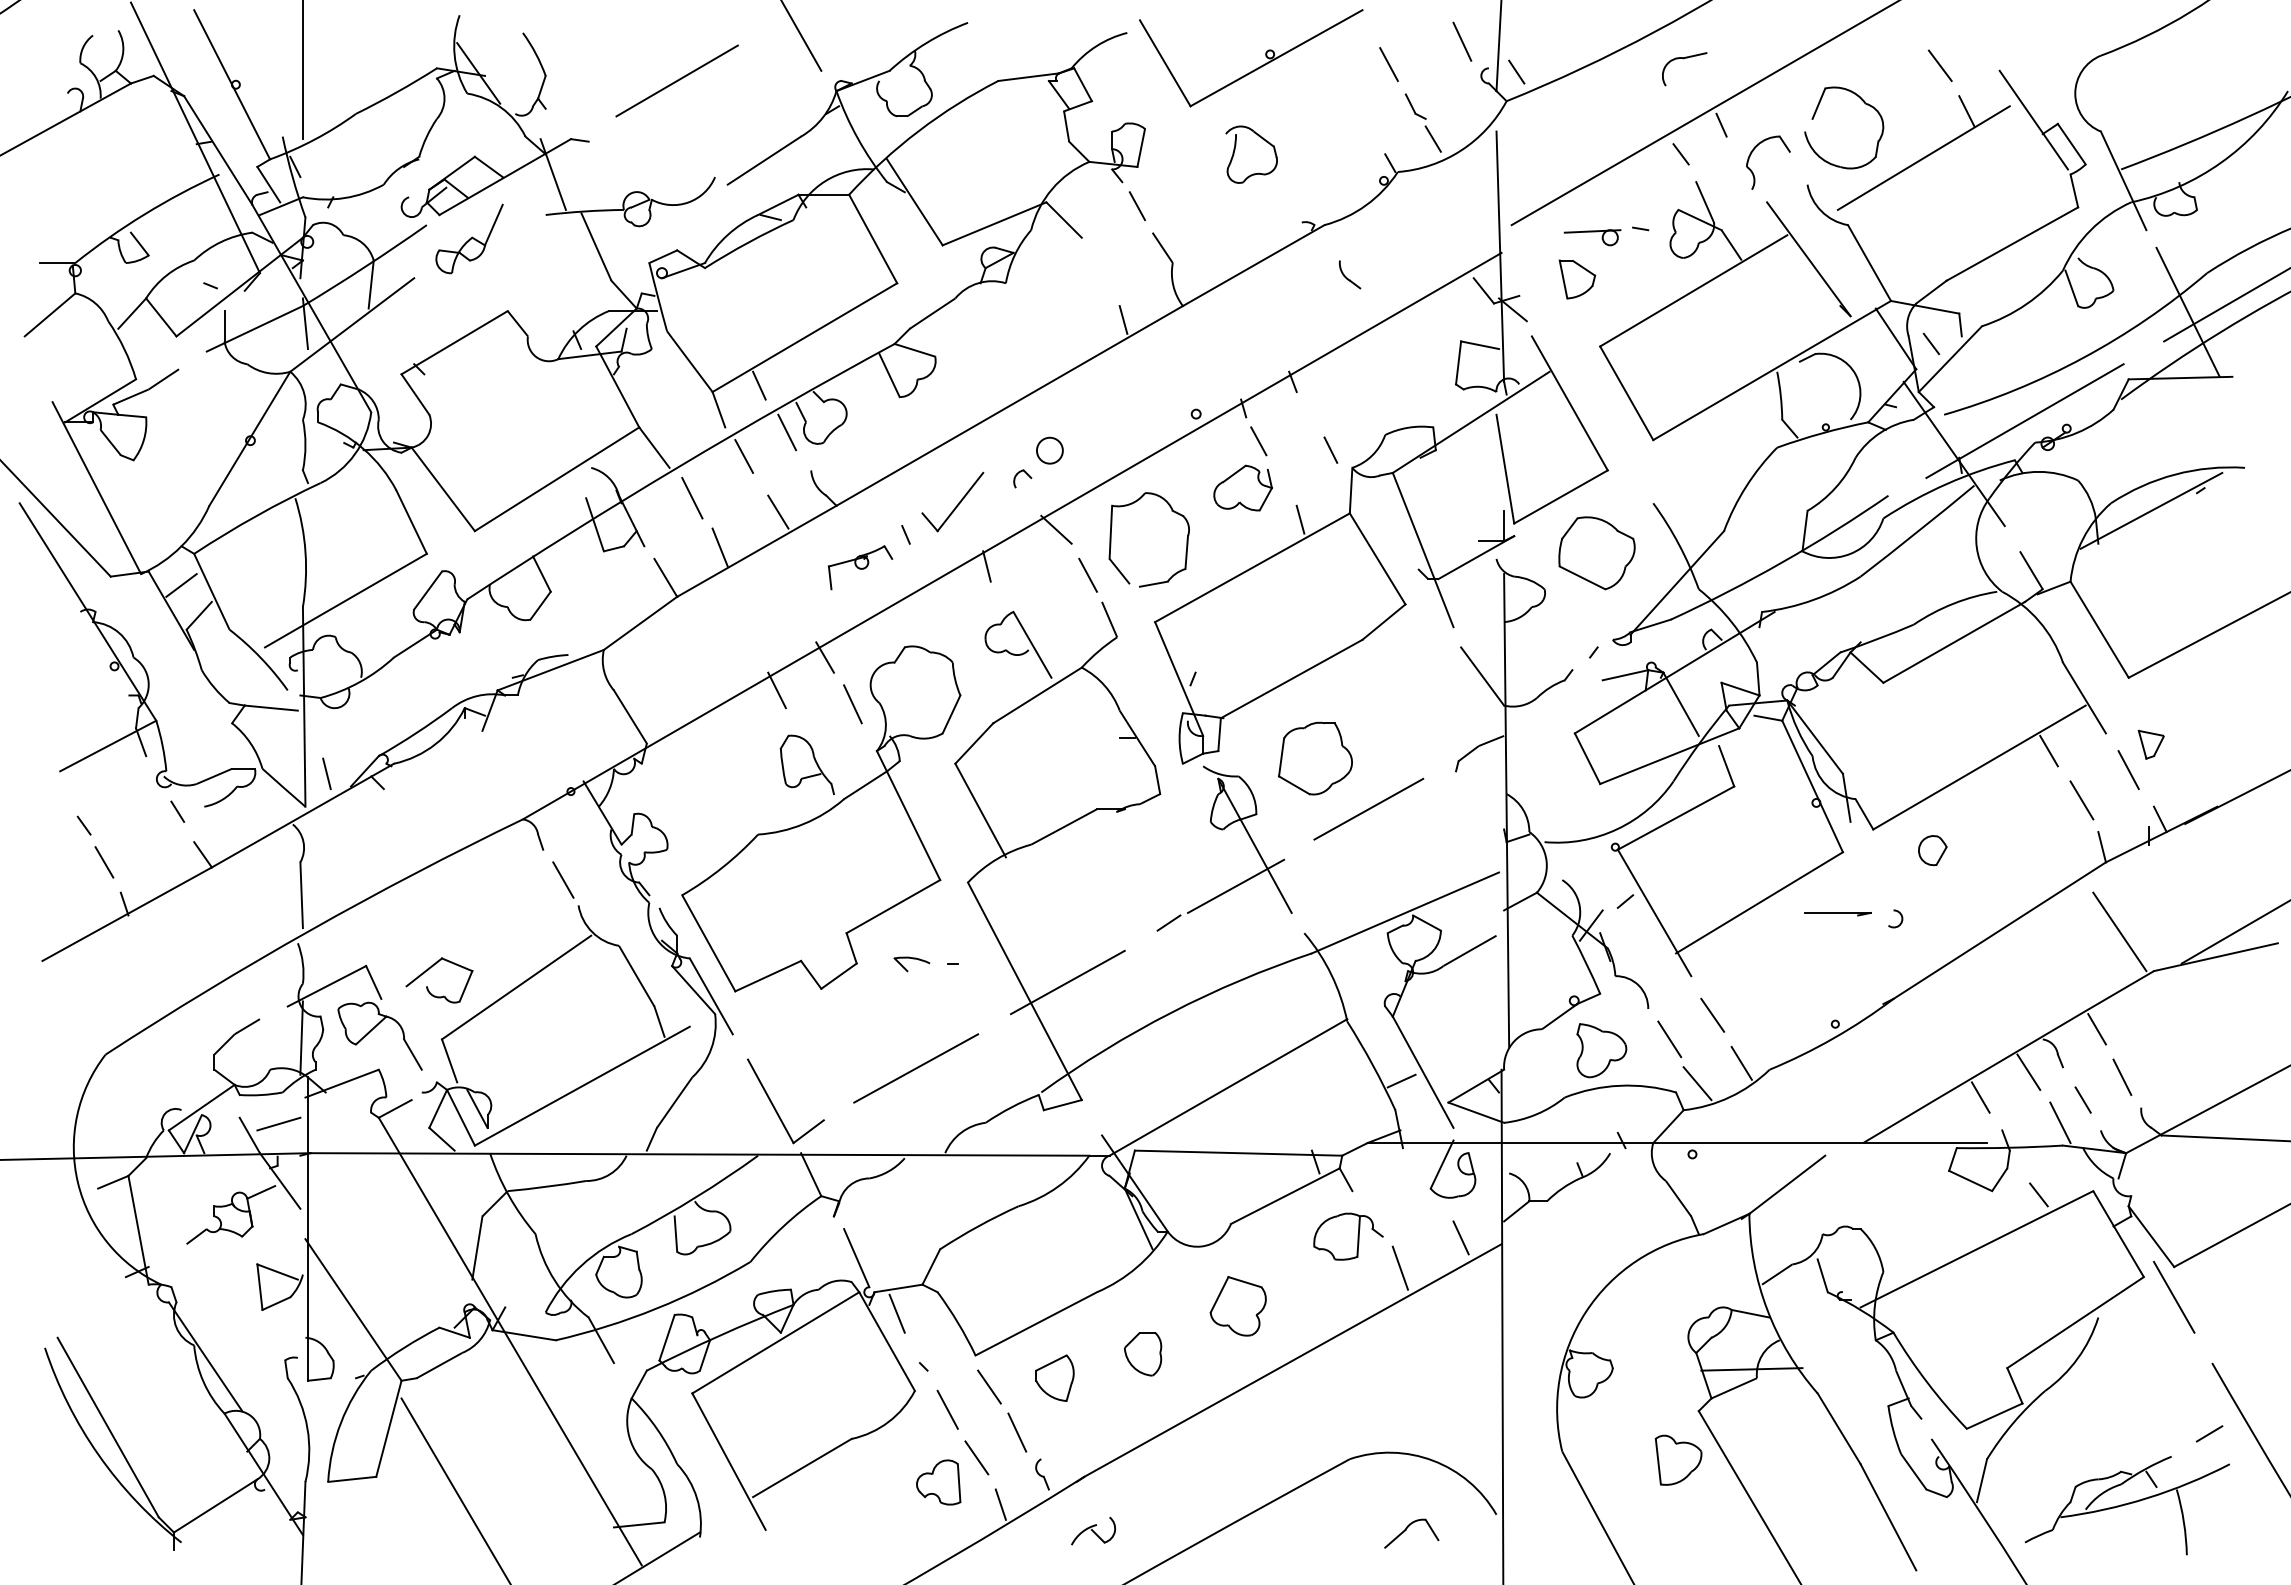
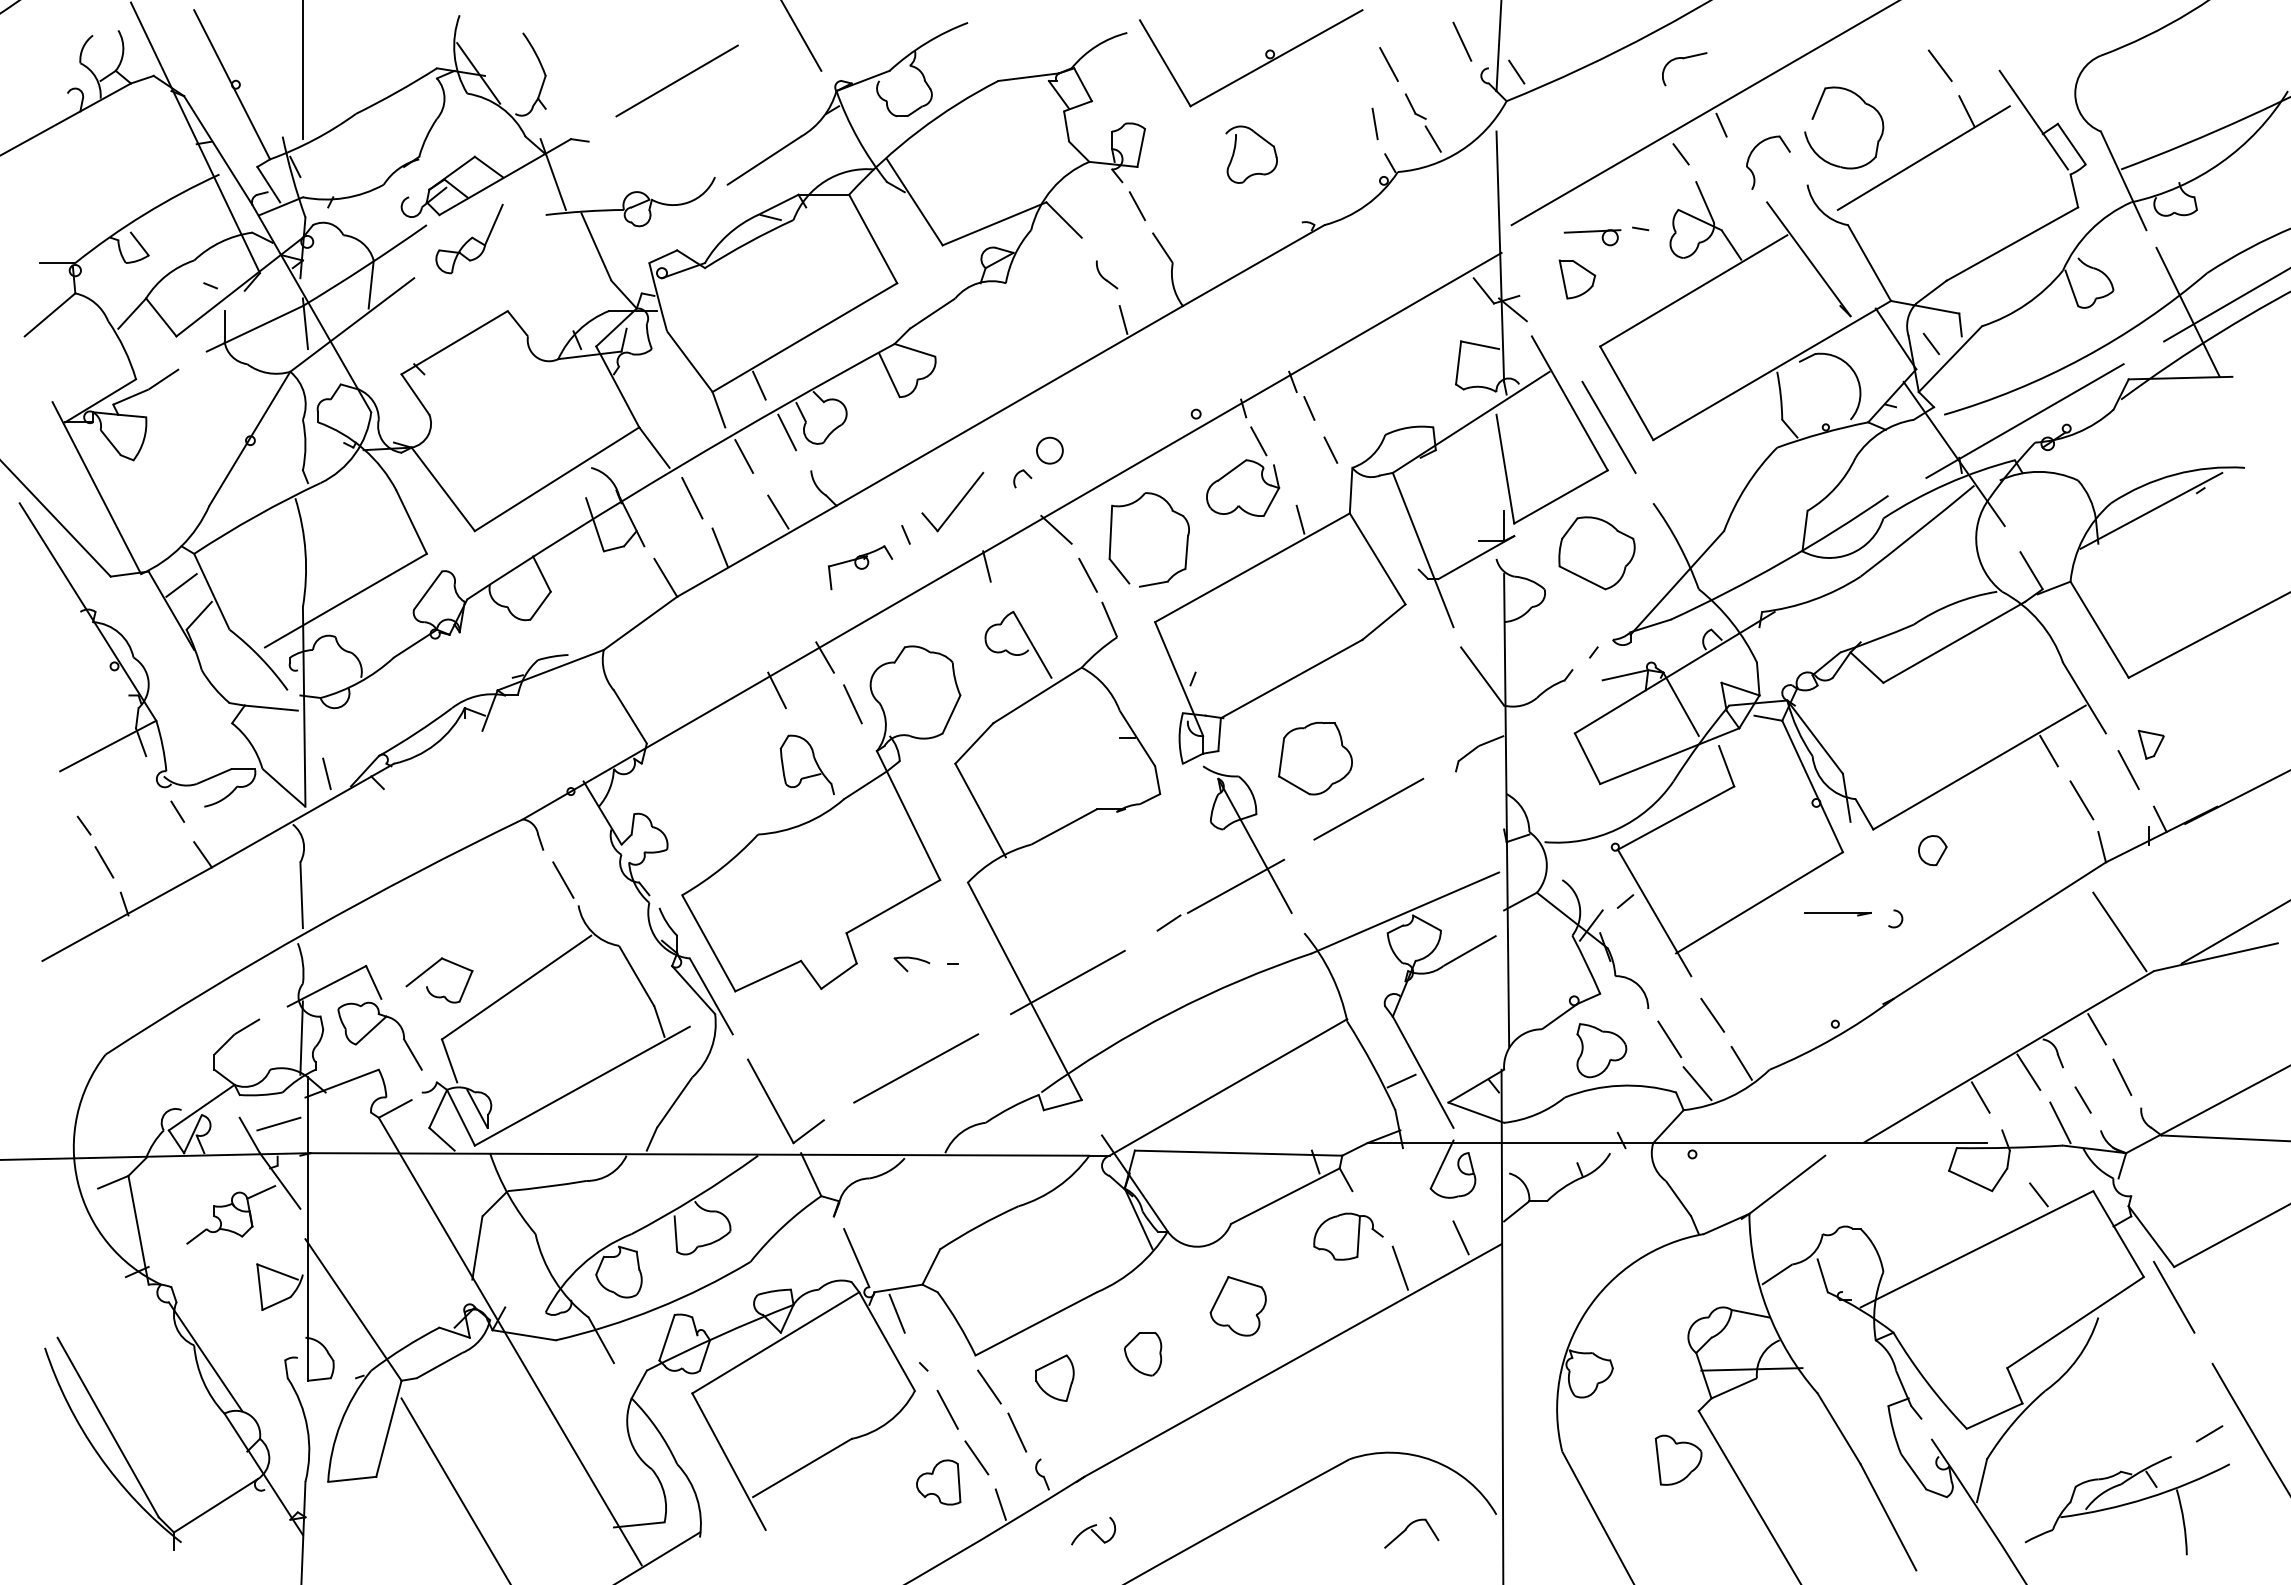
line at (1374, 123): none -> present
part at (1349, 274) position: (1349, 274) -> (1106, 274)
line at (1309, 408): none -> present
line at (1608, 426): none -> present
part at (1242, 487) size: 60x48 px -> 75x58 px
